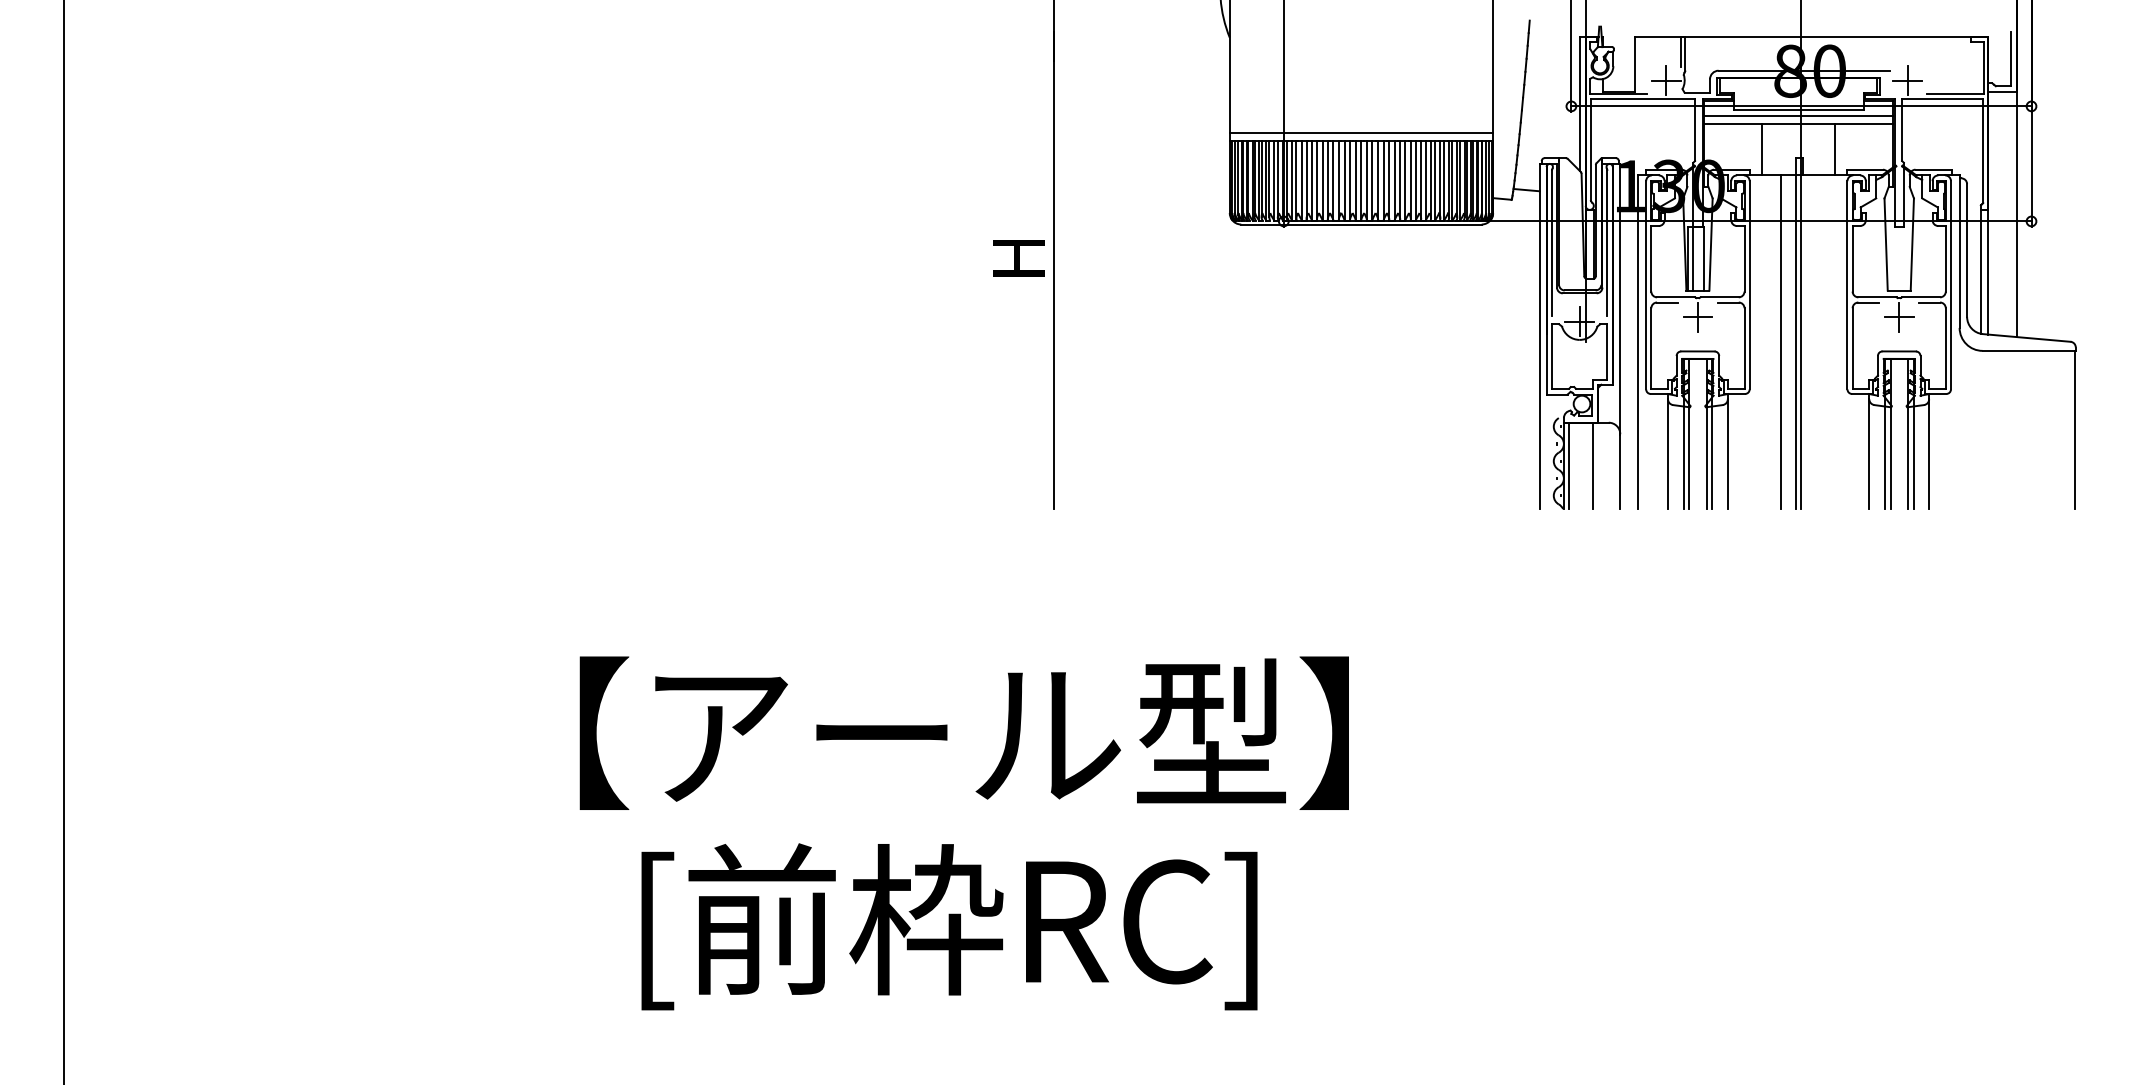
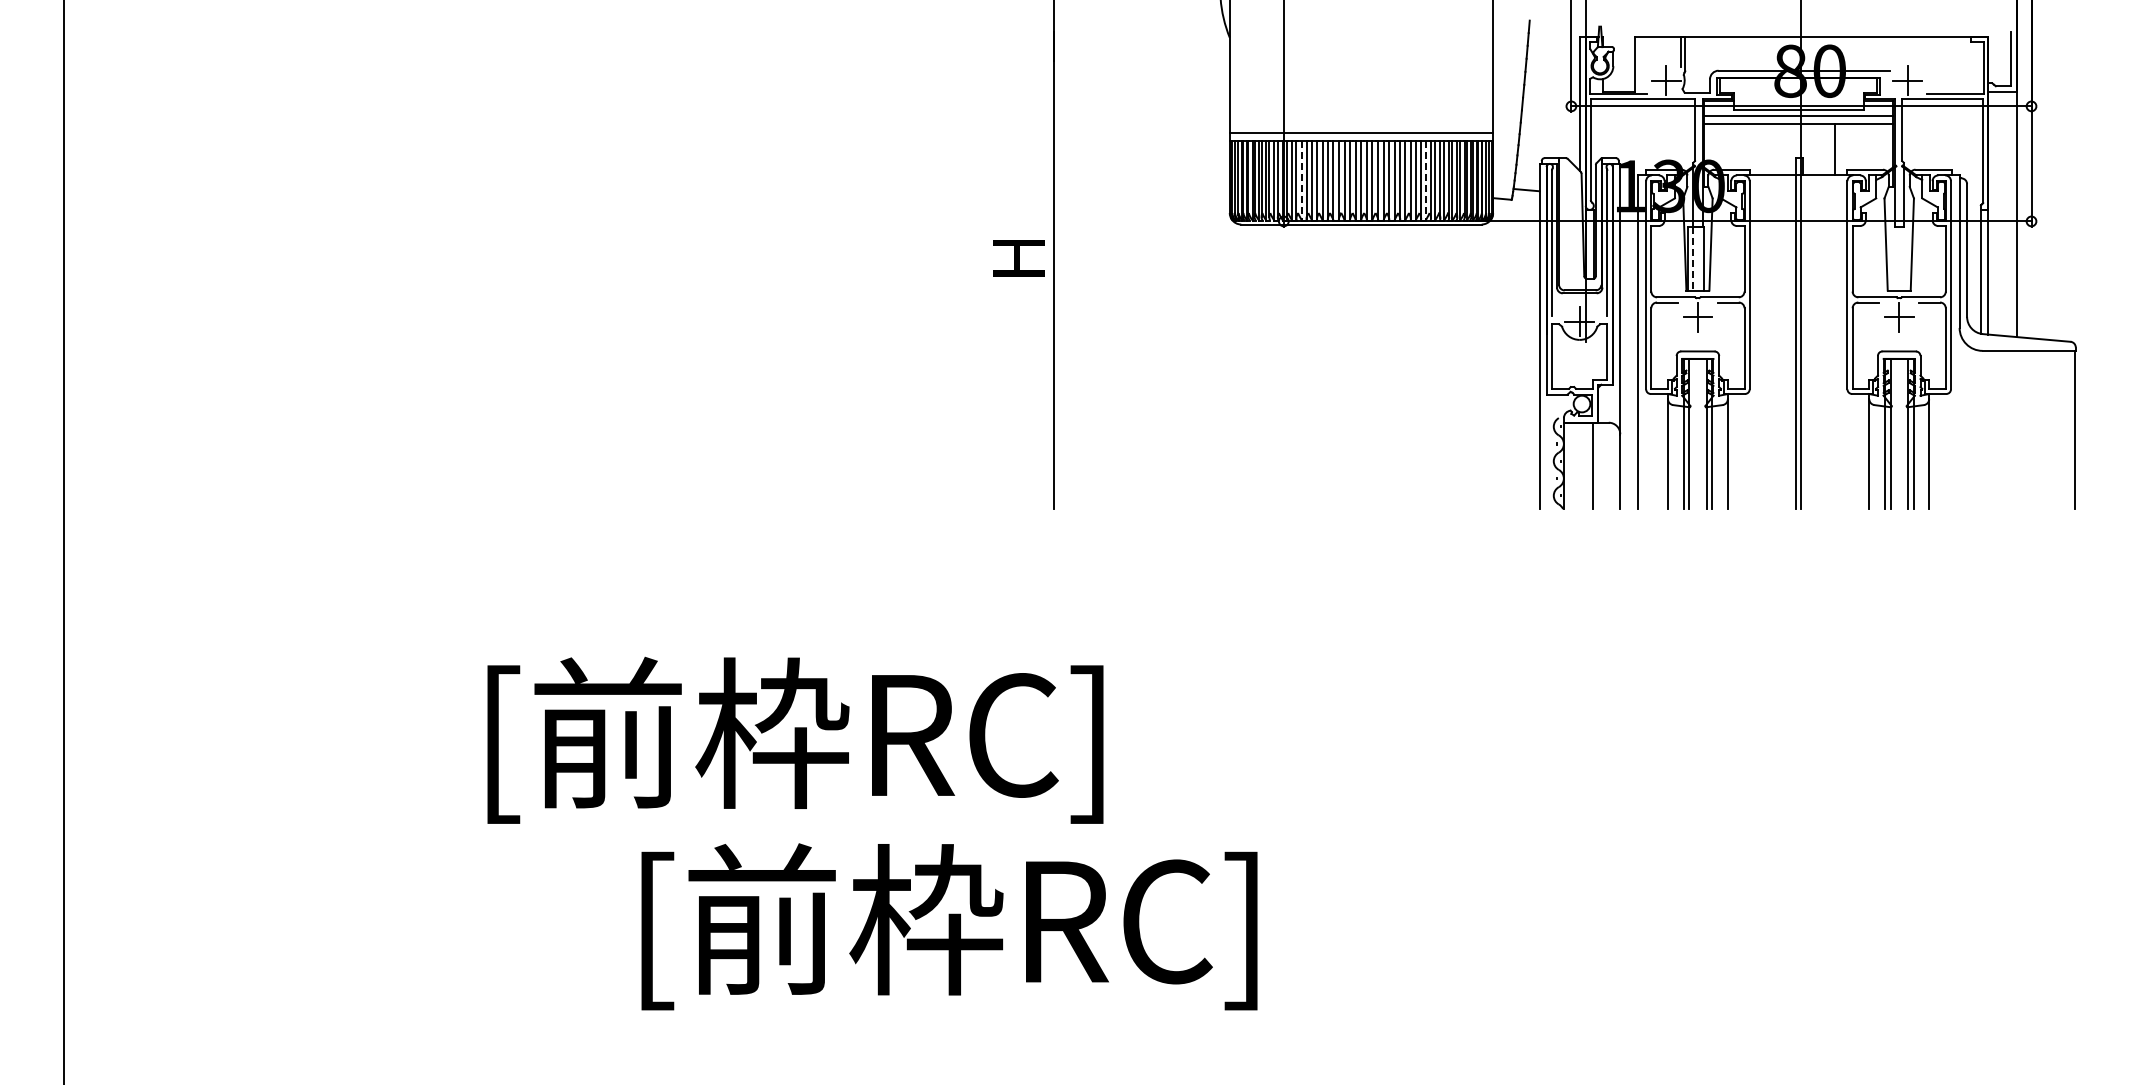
line at (1761, 149): present -> none
line at (1301, 180): solid -> dashed
line at (1425, 180): solid -> dashed
line at (1692, 258): solid -> dashed
line at (1781, 342): present -> none
line at (1568, 465): present -> none
text at (917, 739): 【アール型】 -> [前枠RC]
